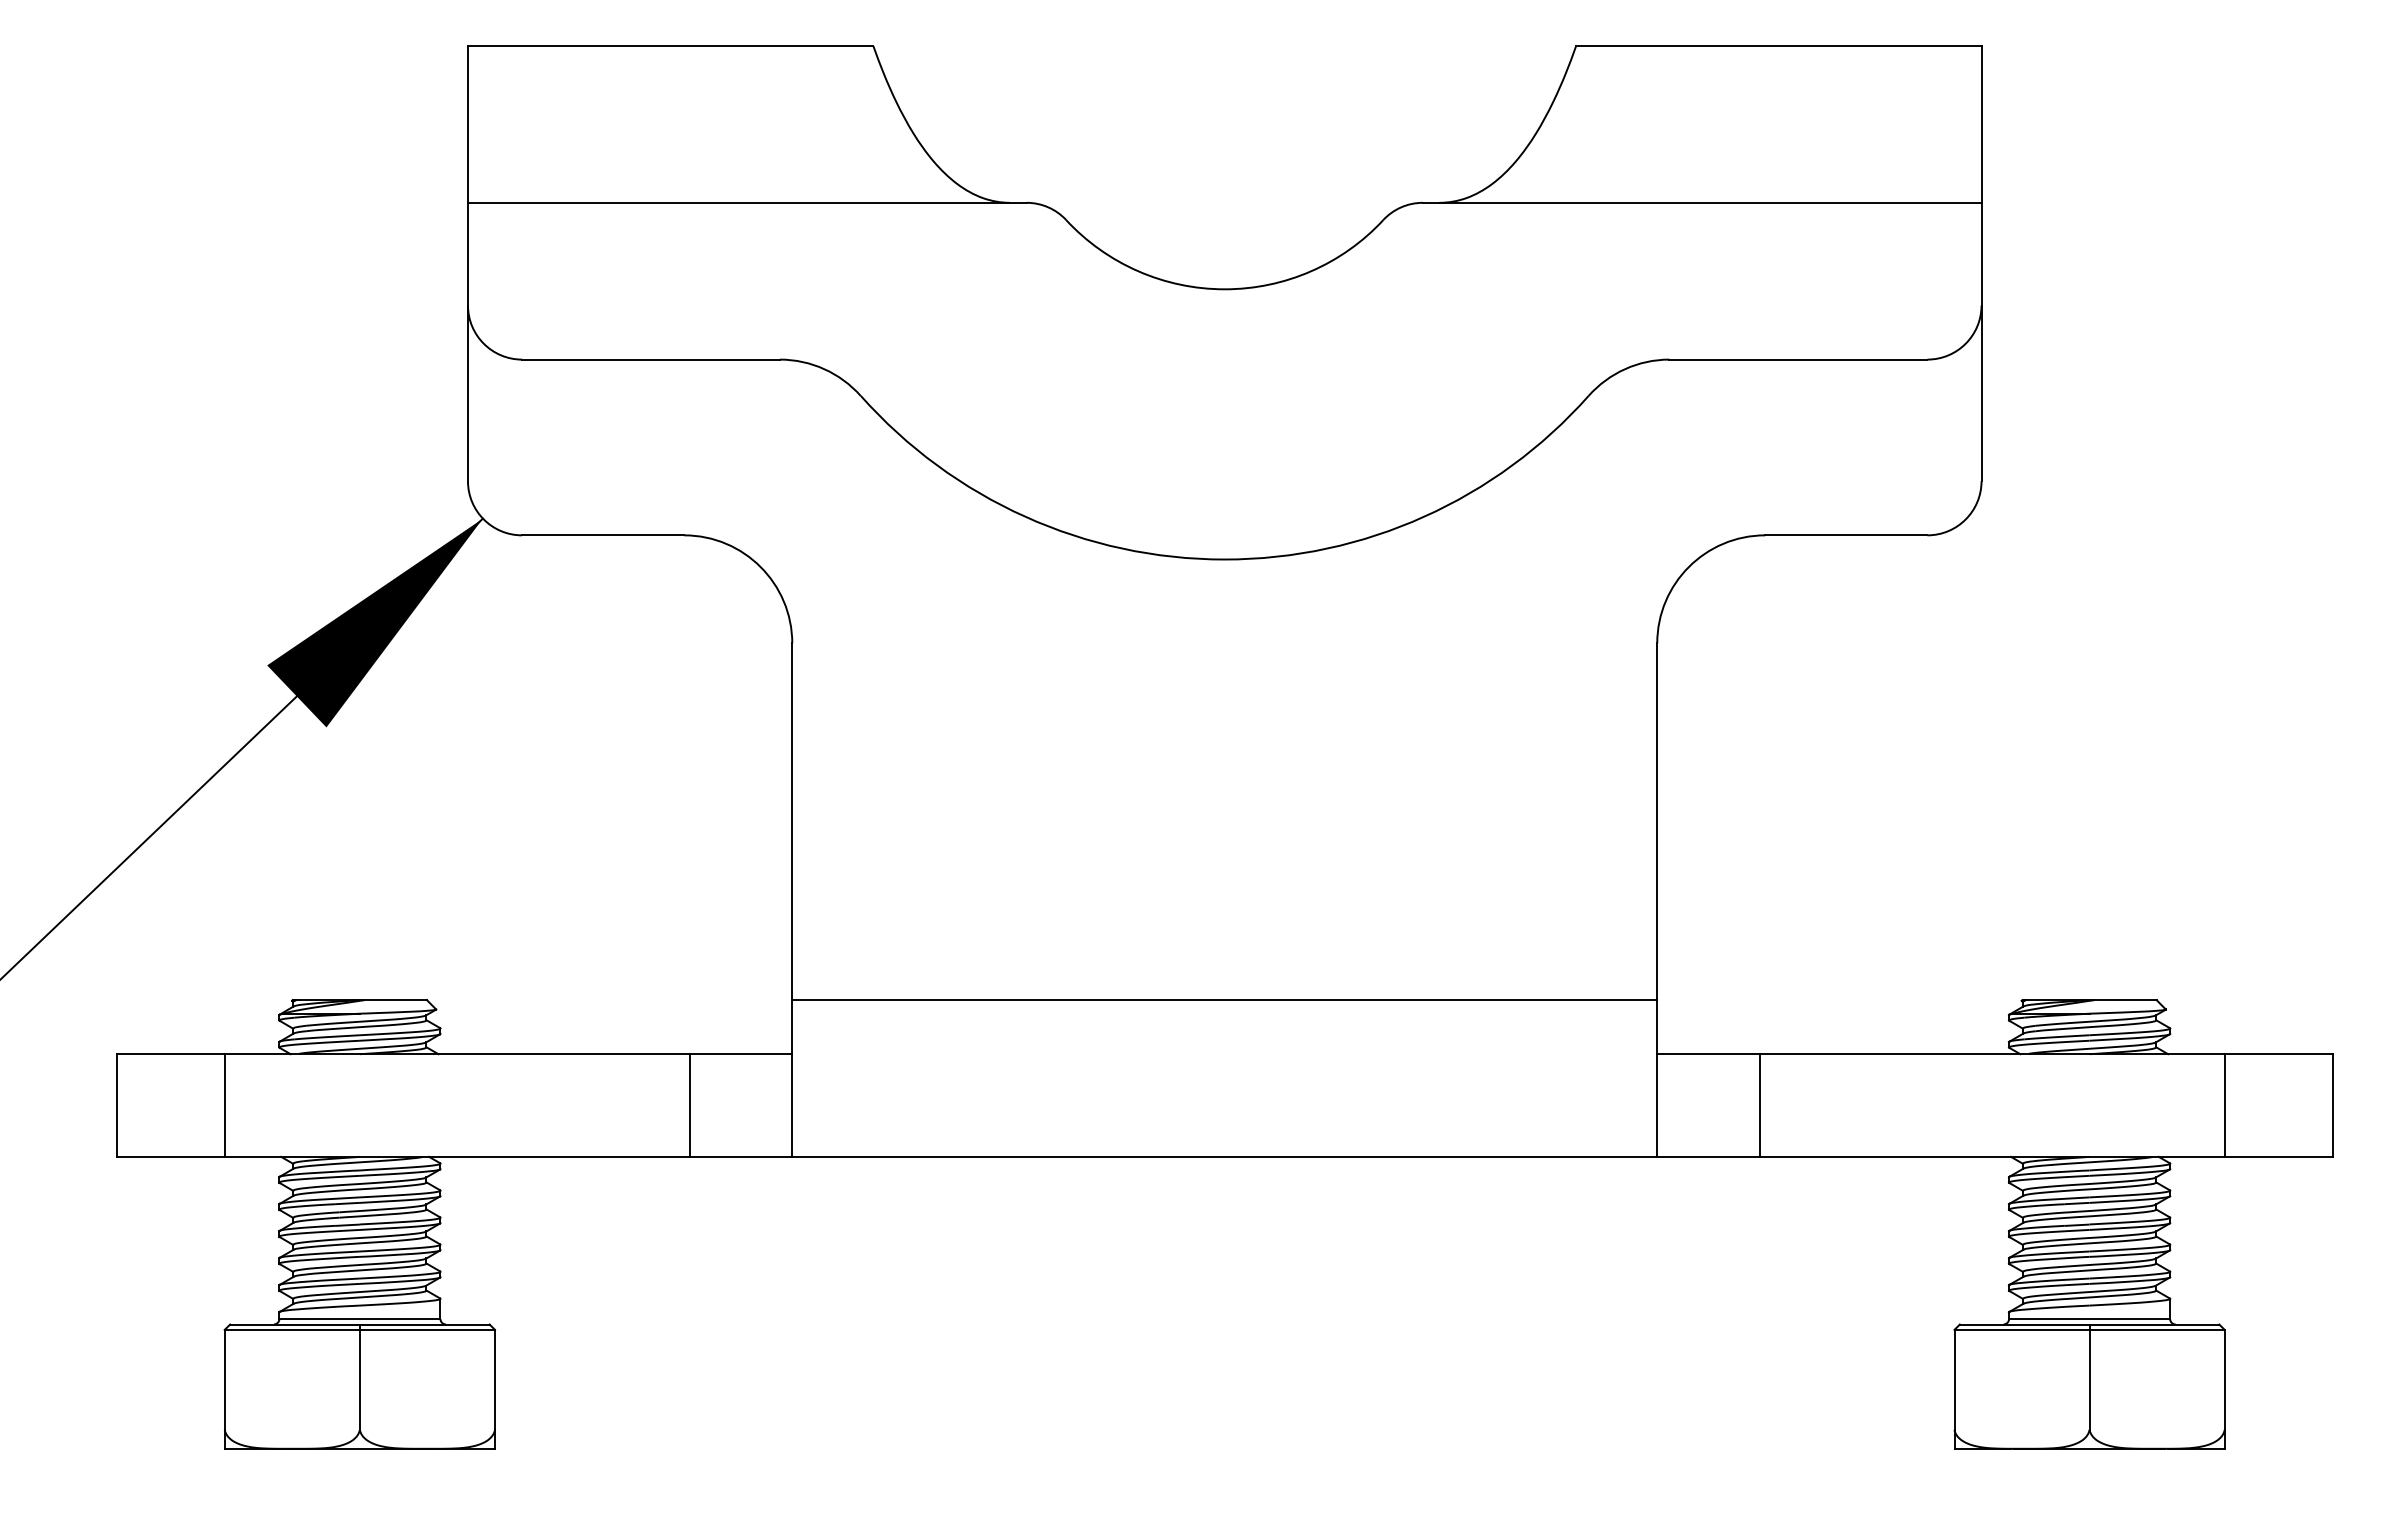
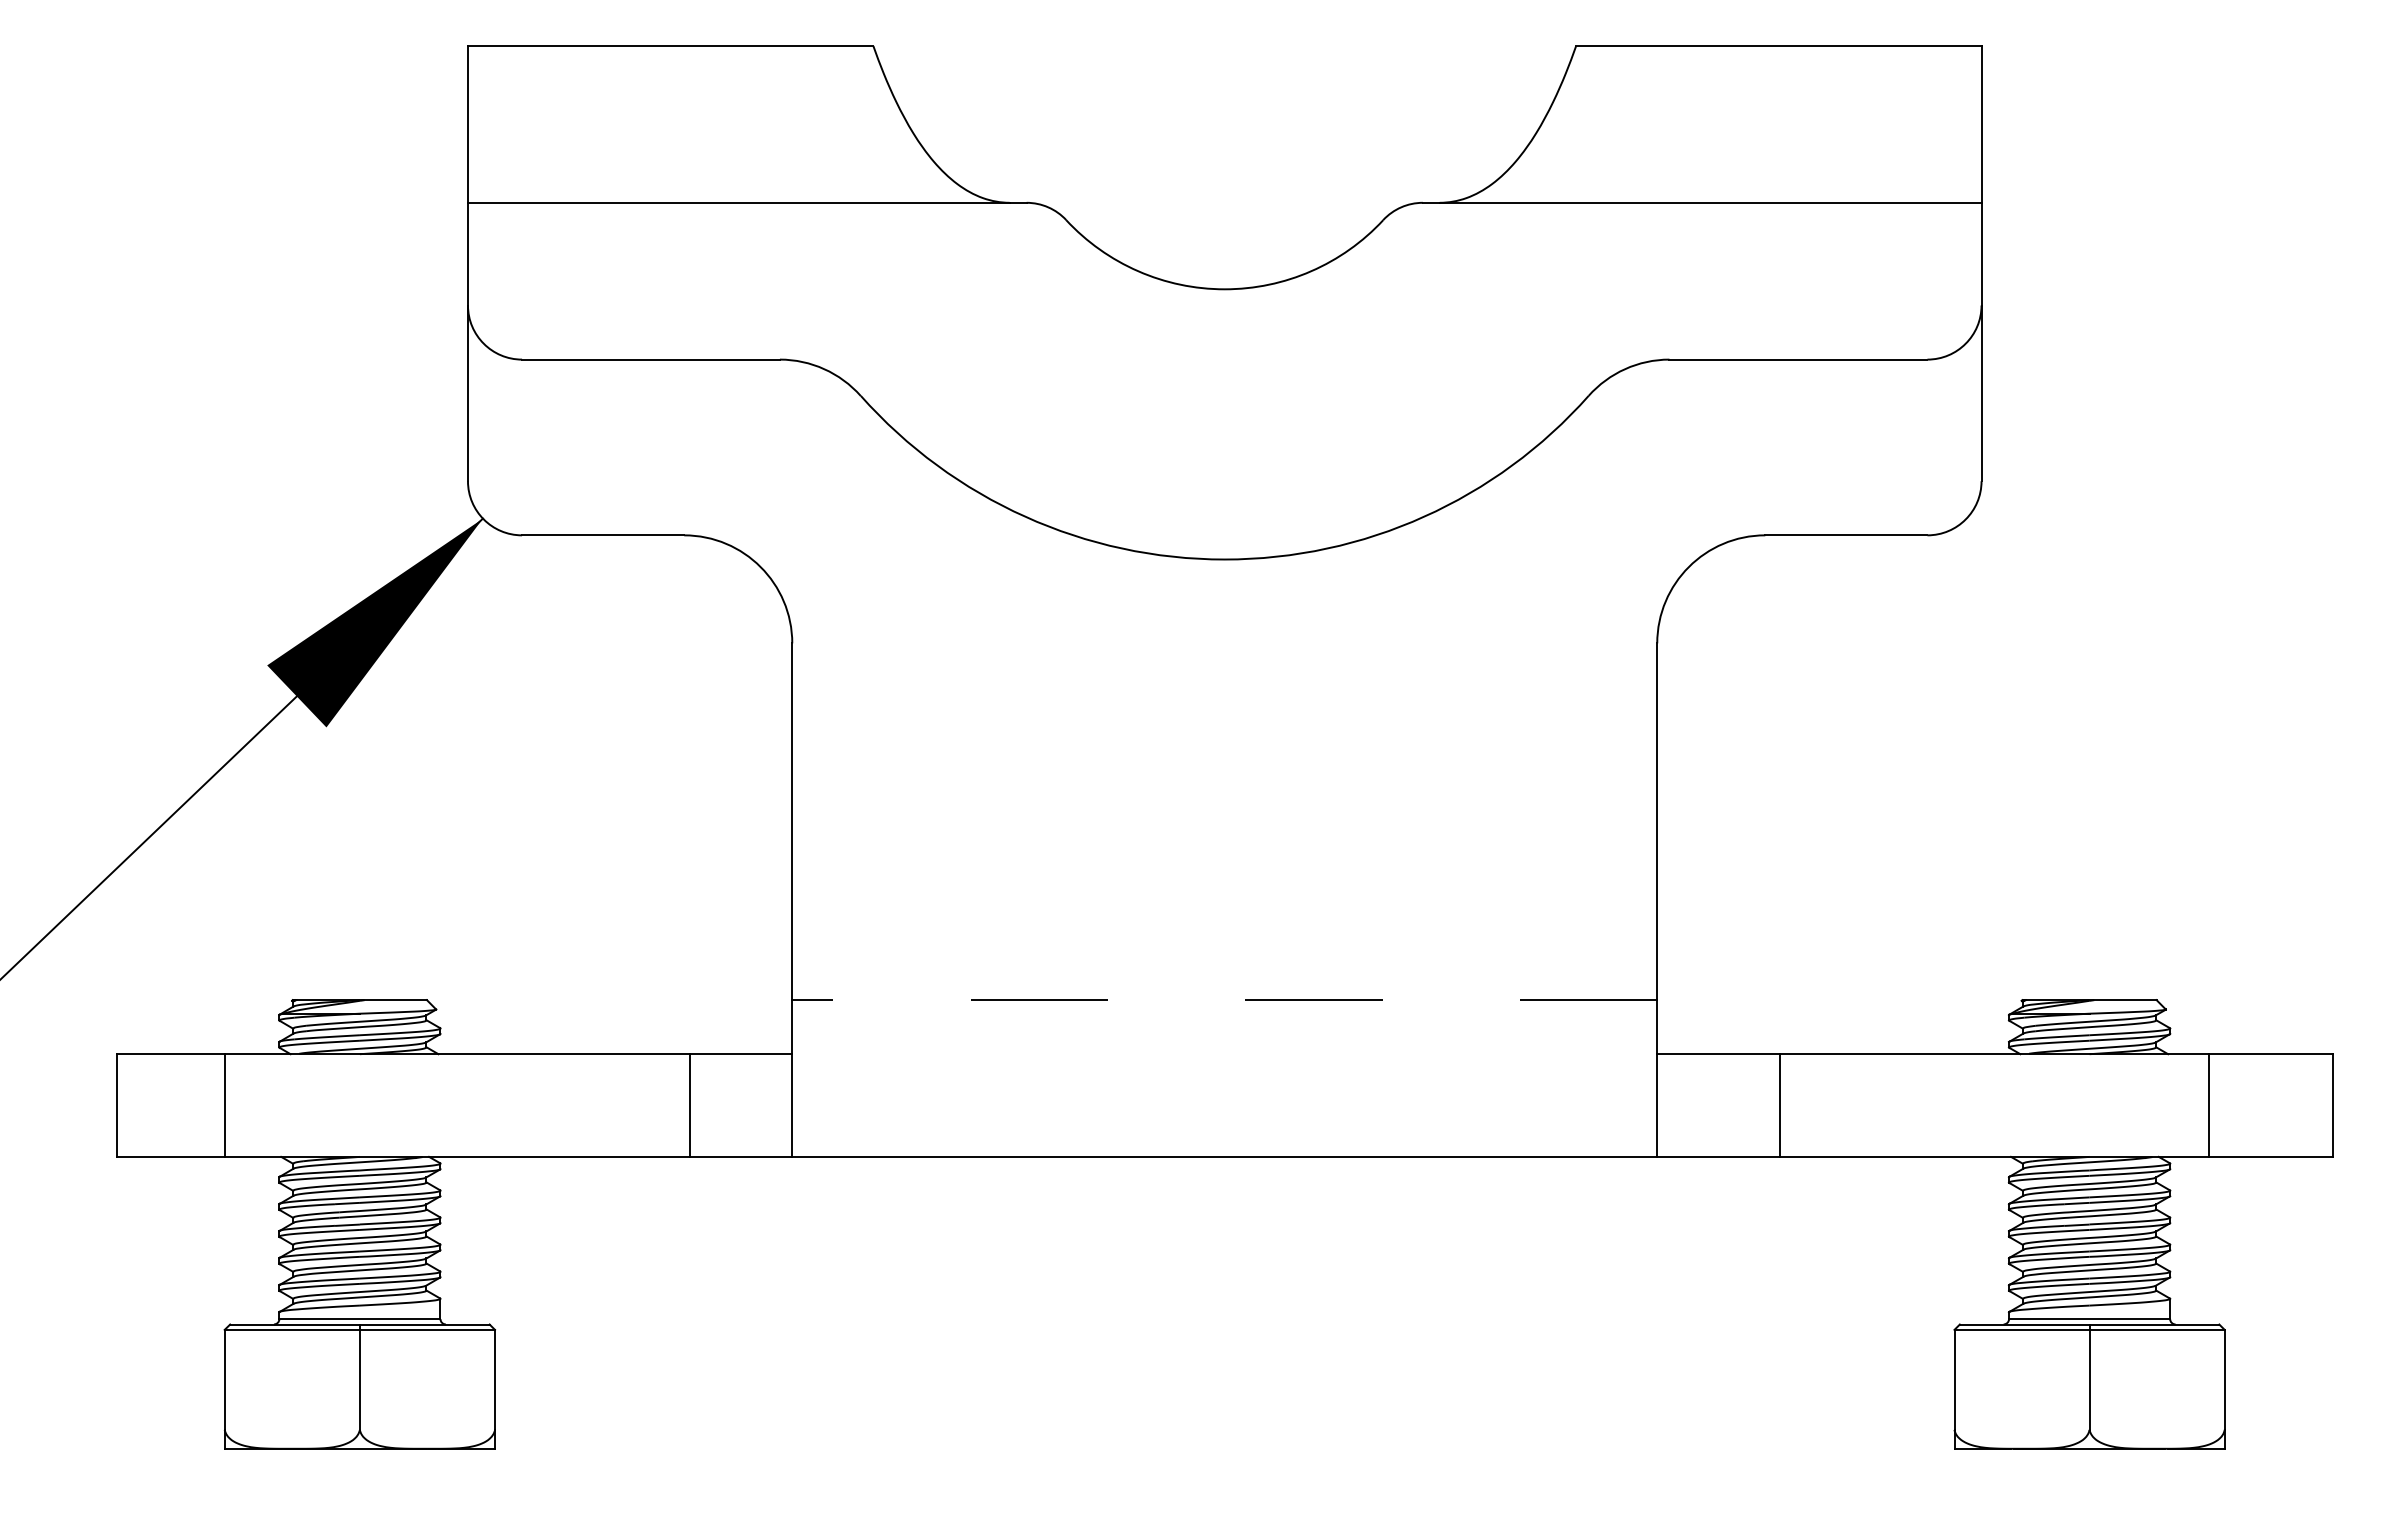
line at (1224, 1000): solid -> dashed
line at (1759, 1105) position: (1759, 1105) -> (1779, 1105)
line at (2224, 1105) position: (2224, 1105) -> (2208, 1105)
